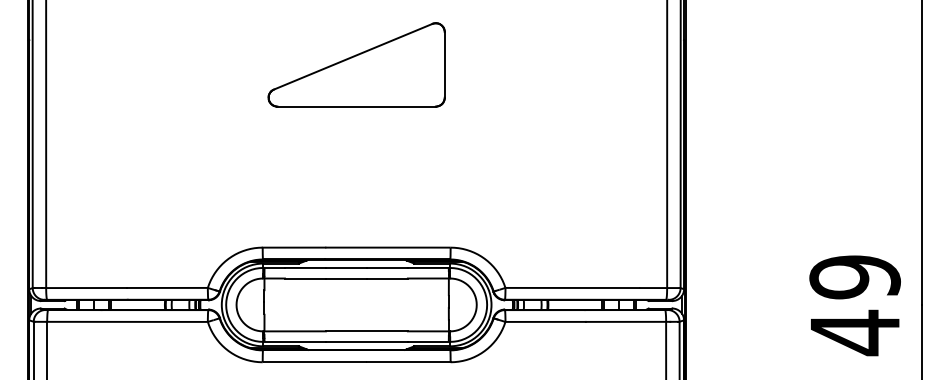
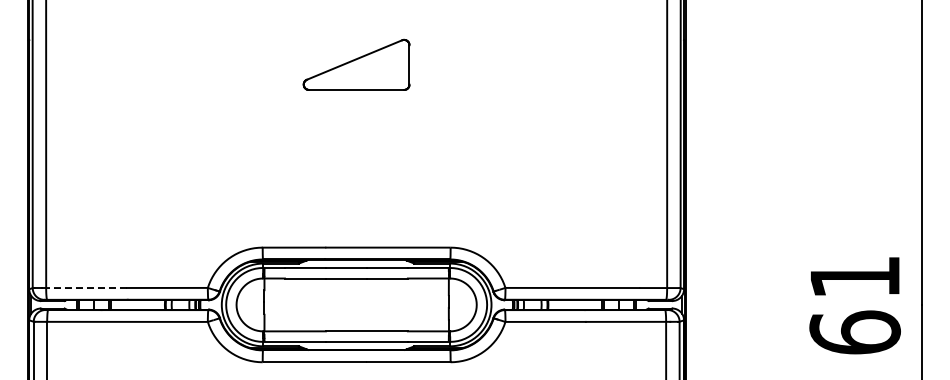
part at (356, 64) size: 179x86 px -> 109x53 px
line at (86, 288): solid -> dashed
text at (854, 305): 49 -> 61
